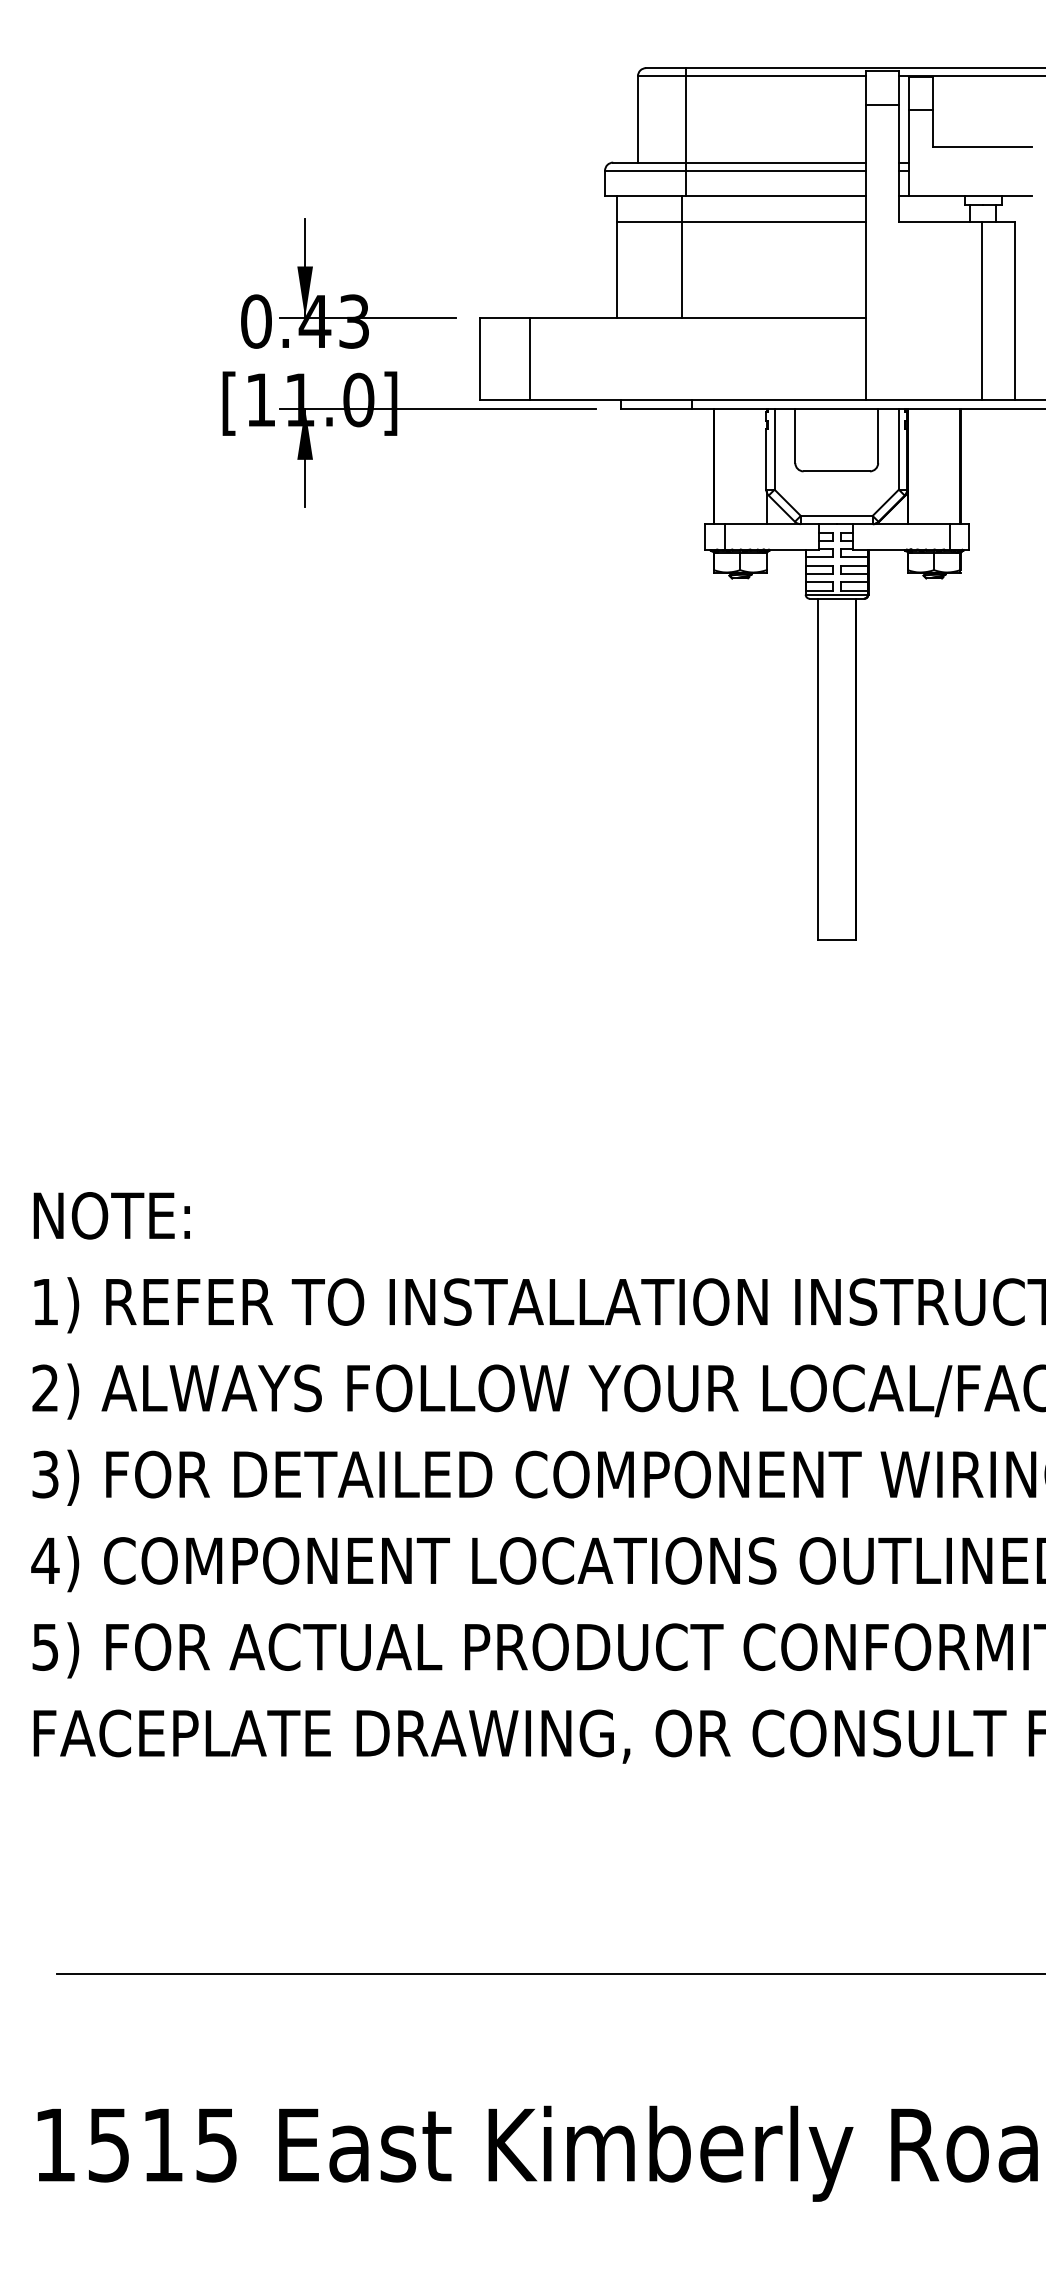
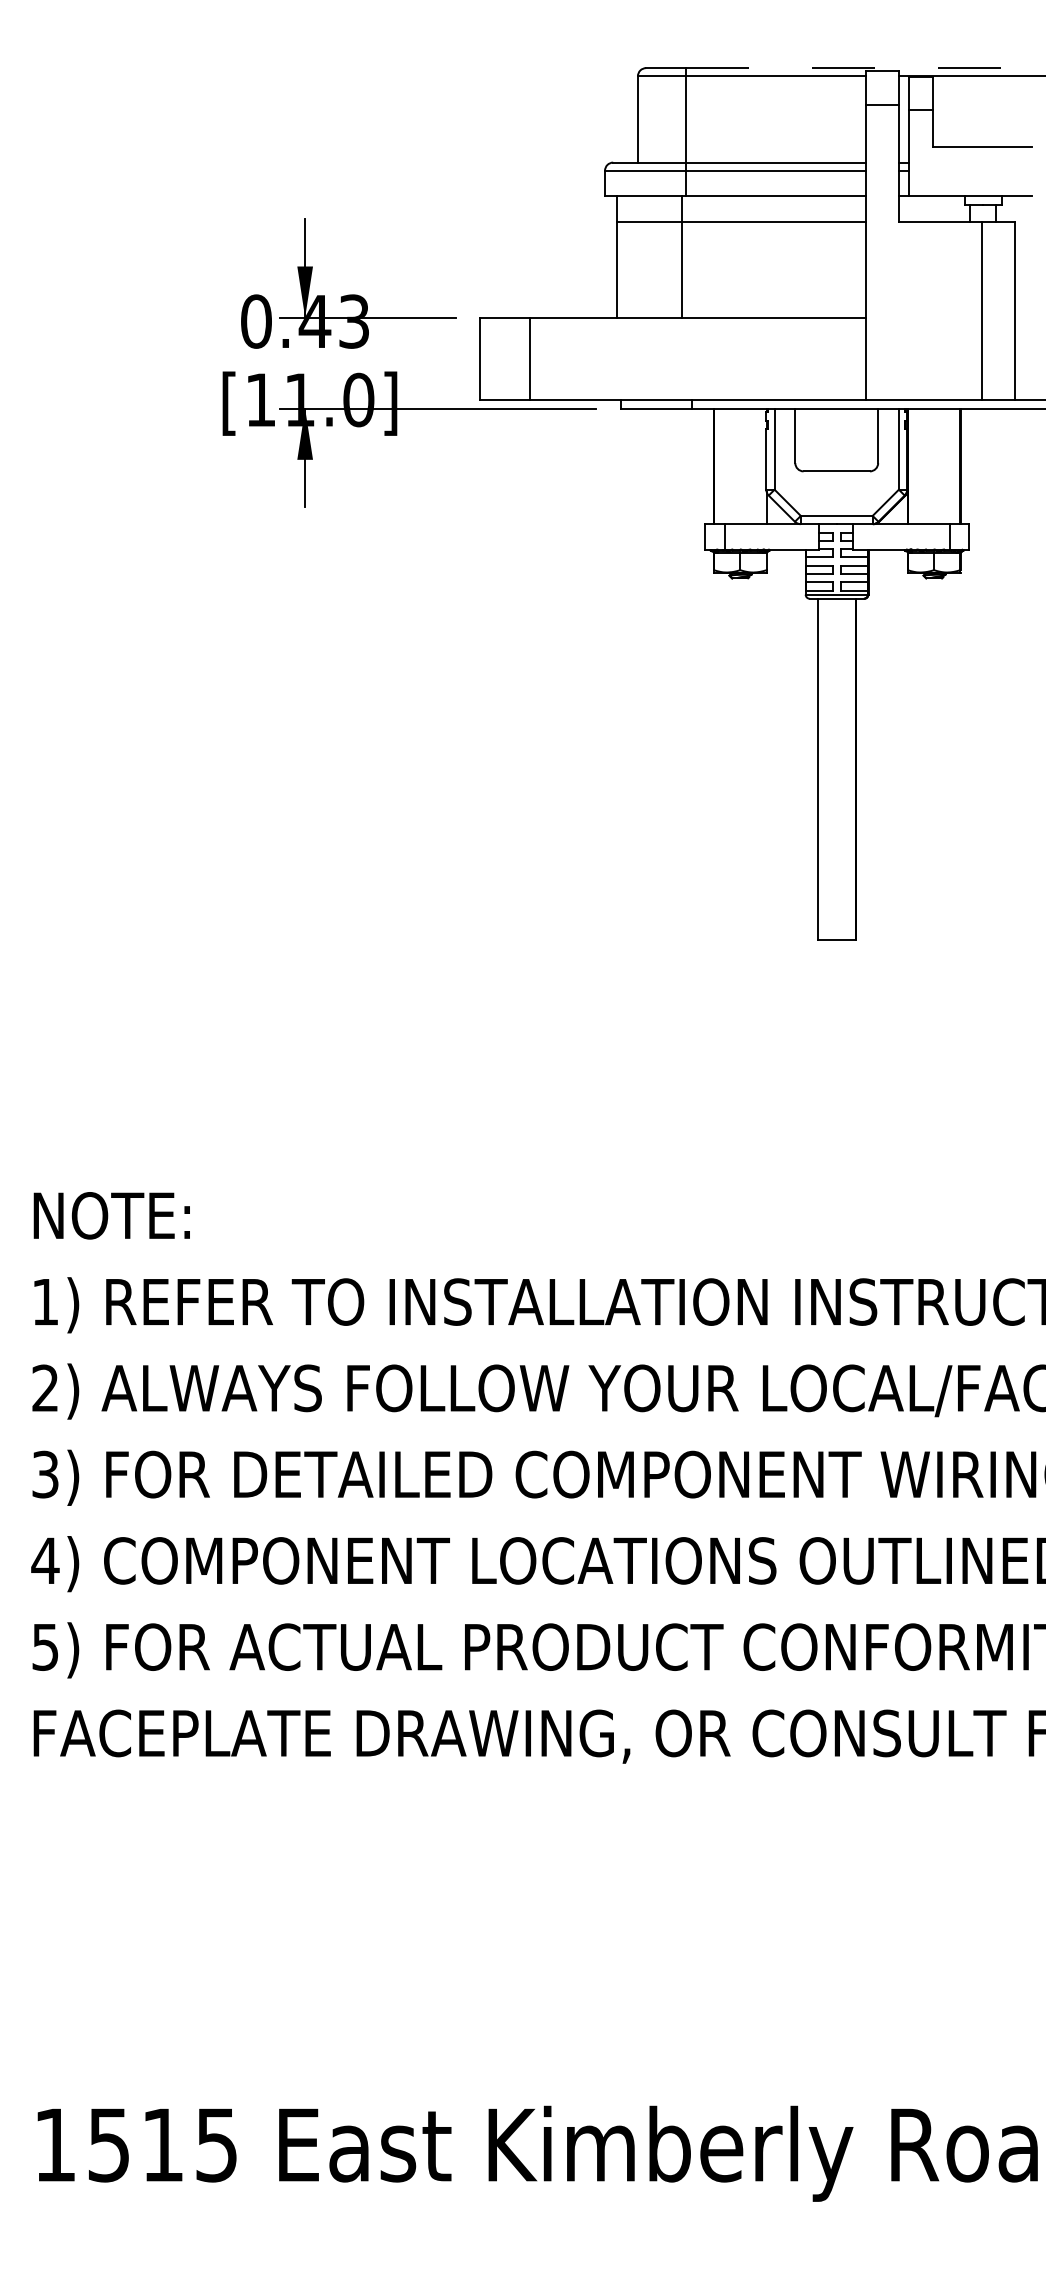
line at (865, 68): solid -> dashed
line at (549, 1973): present -> none
